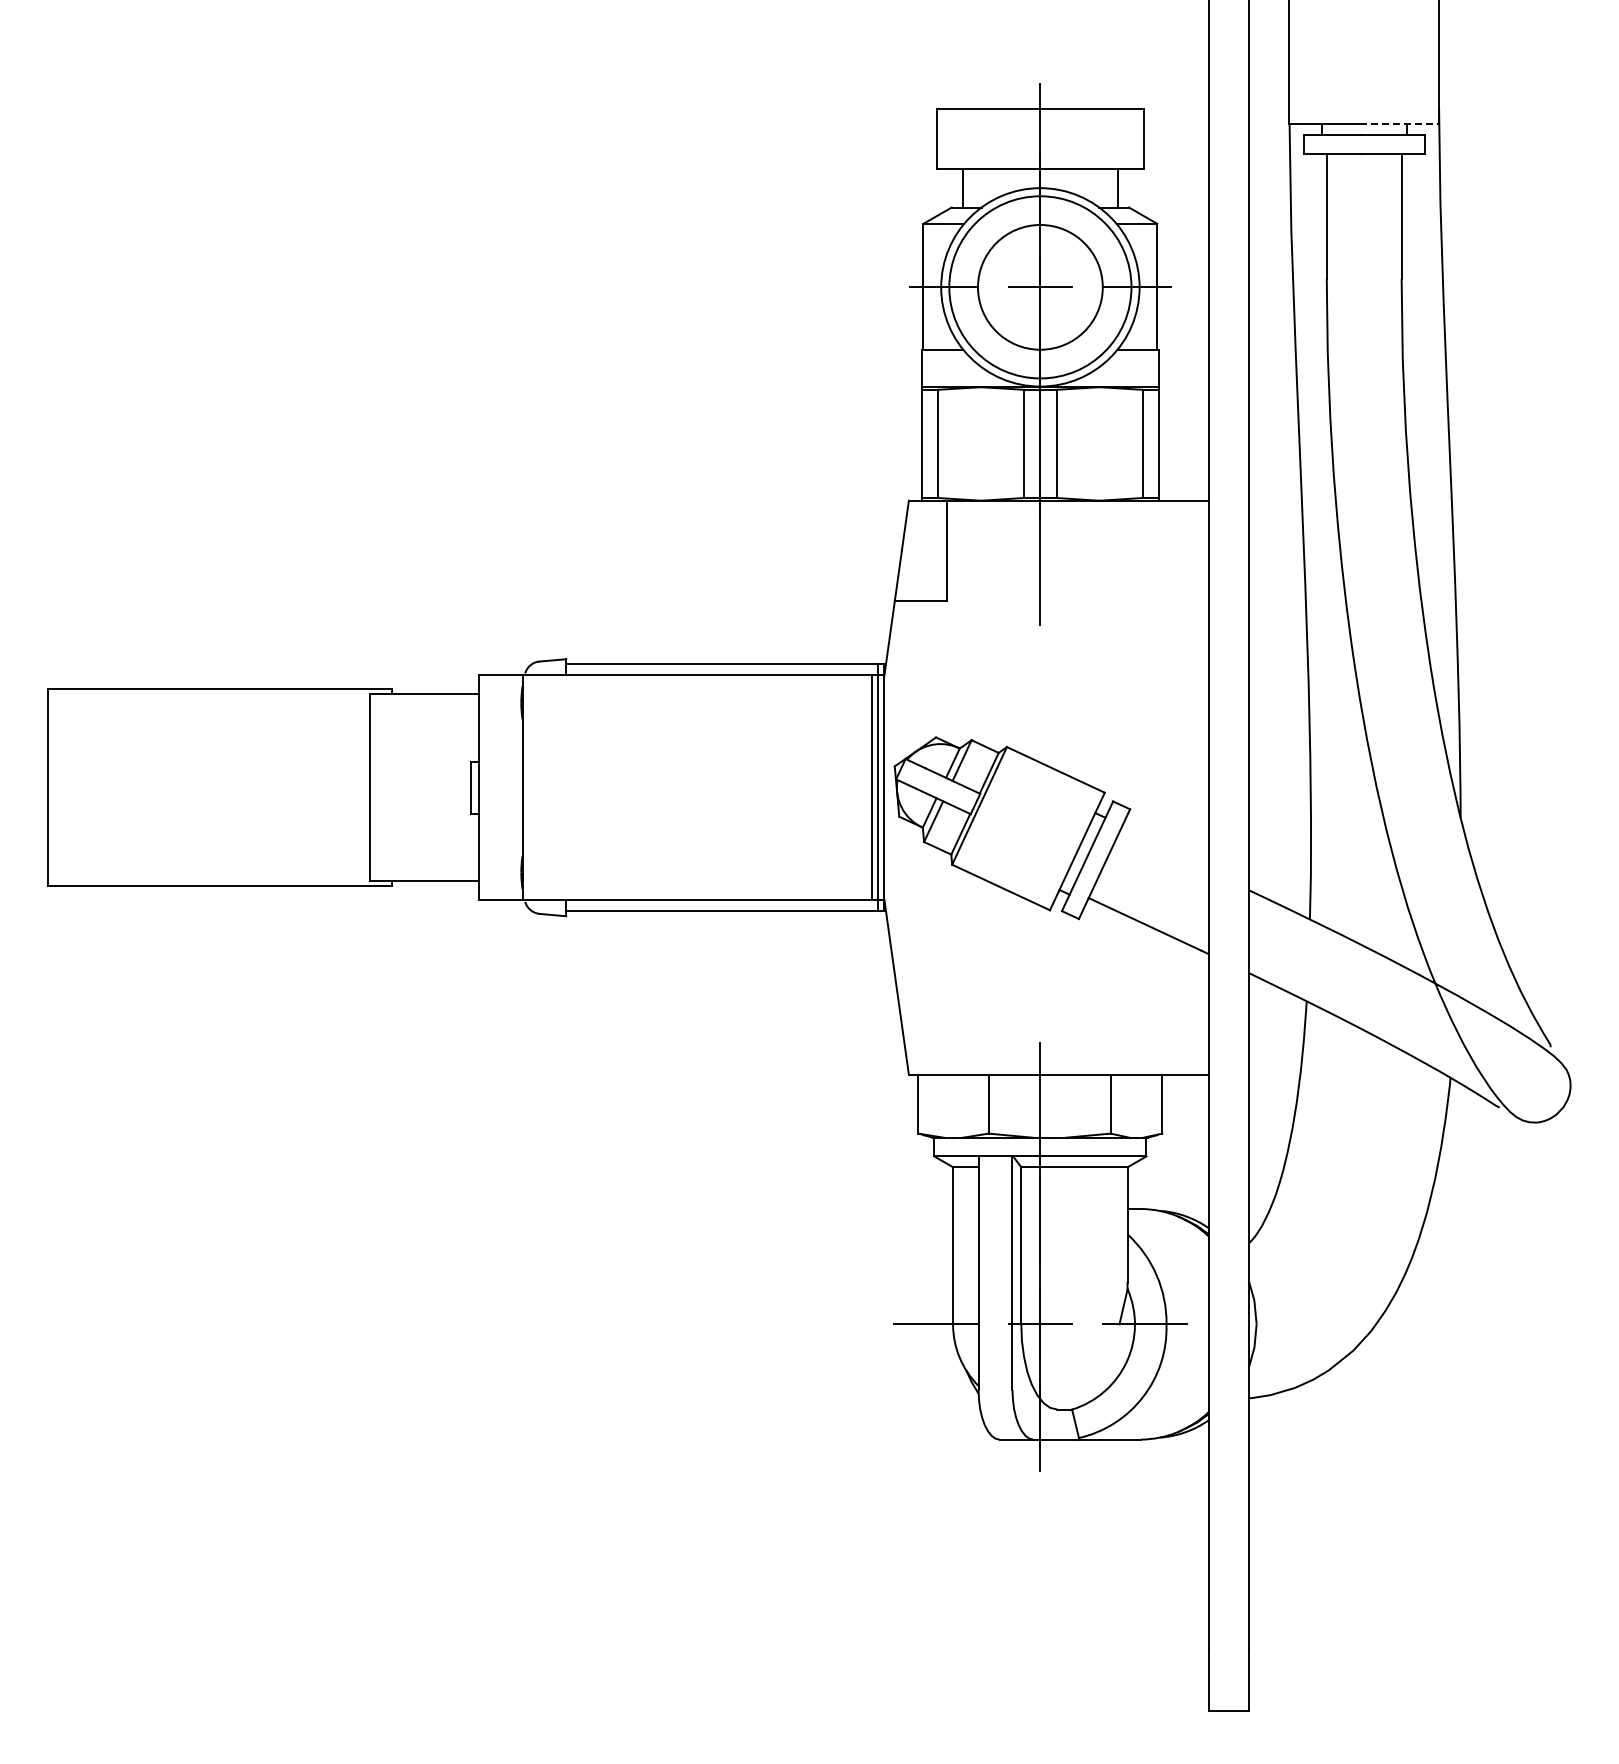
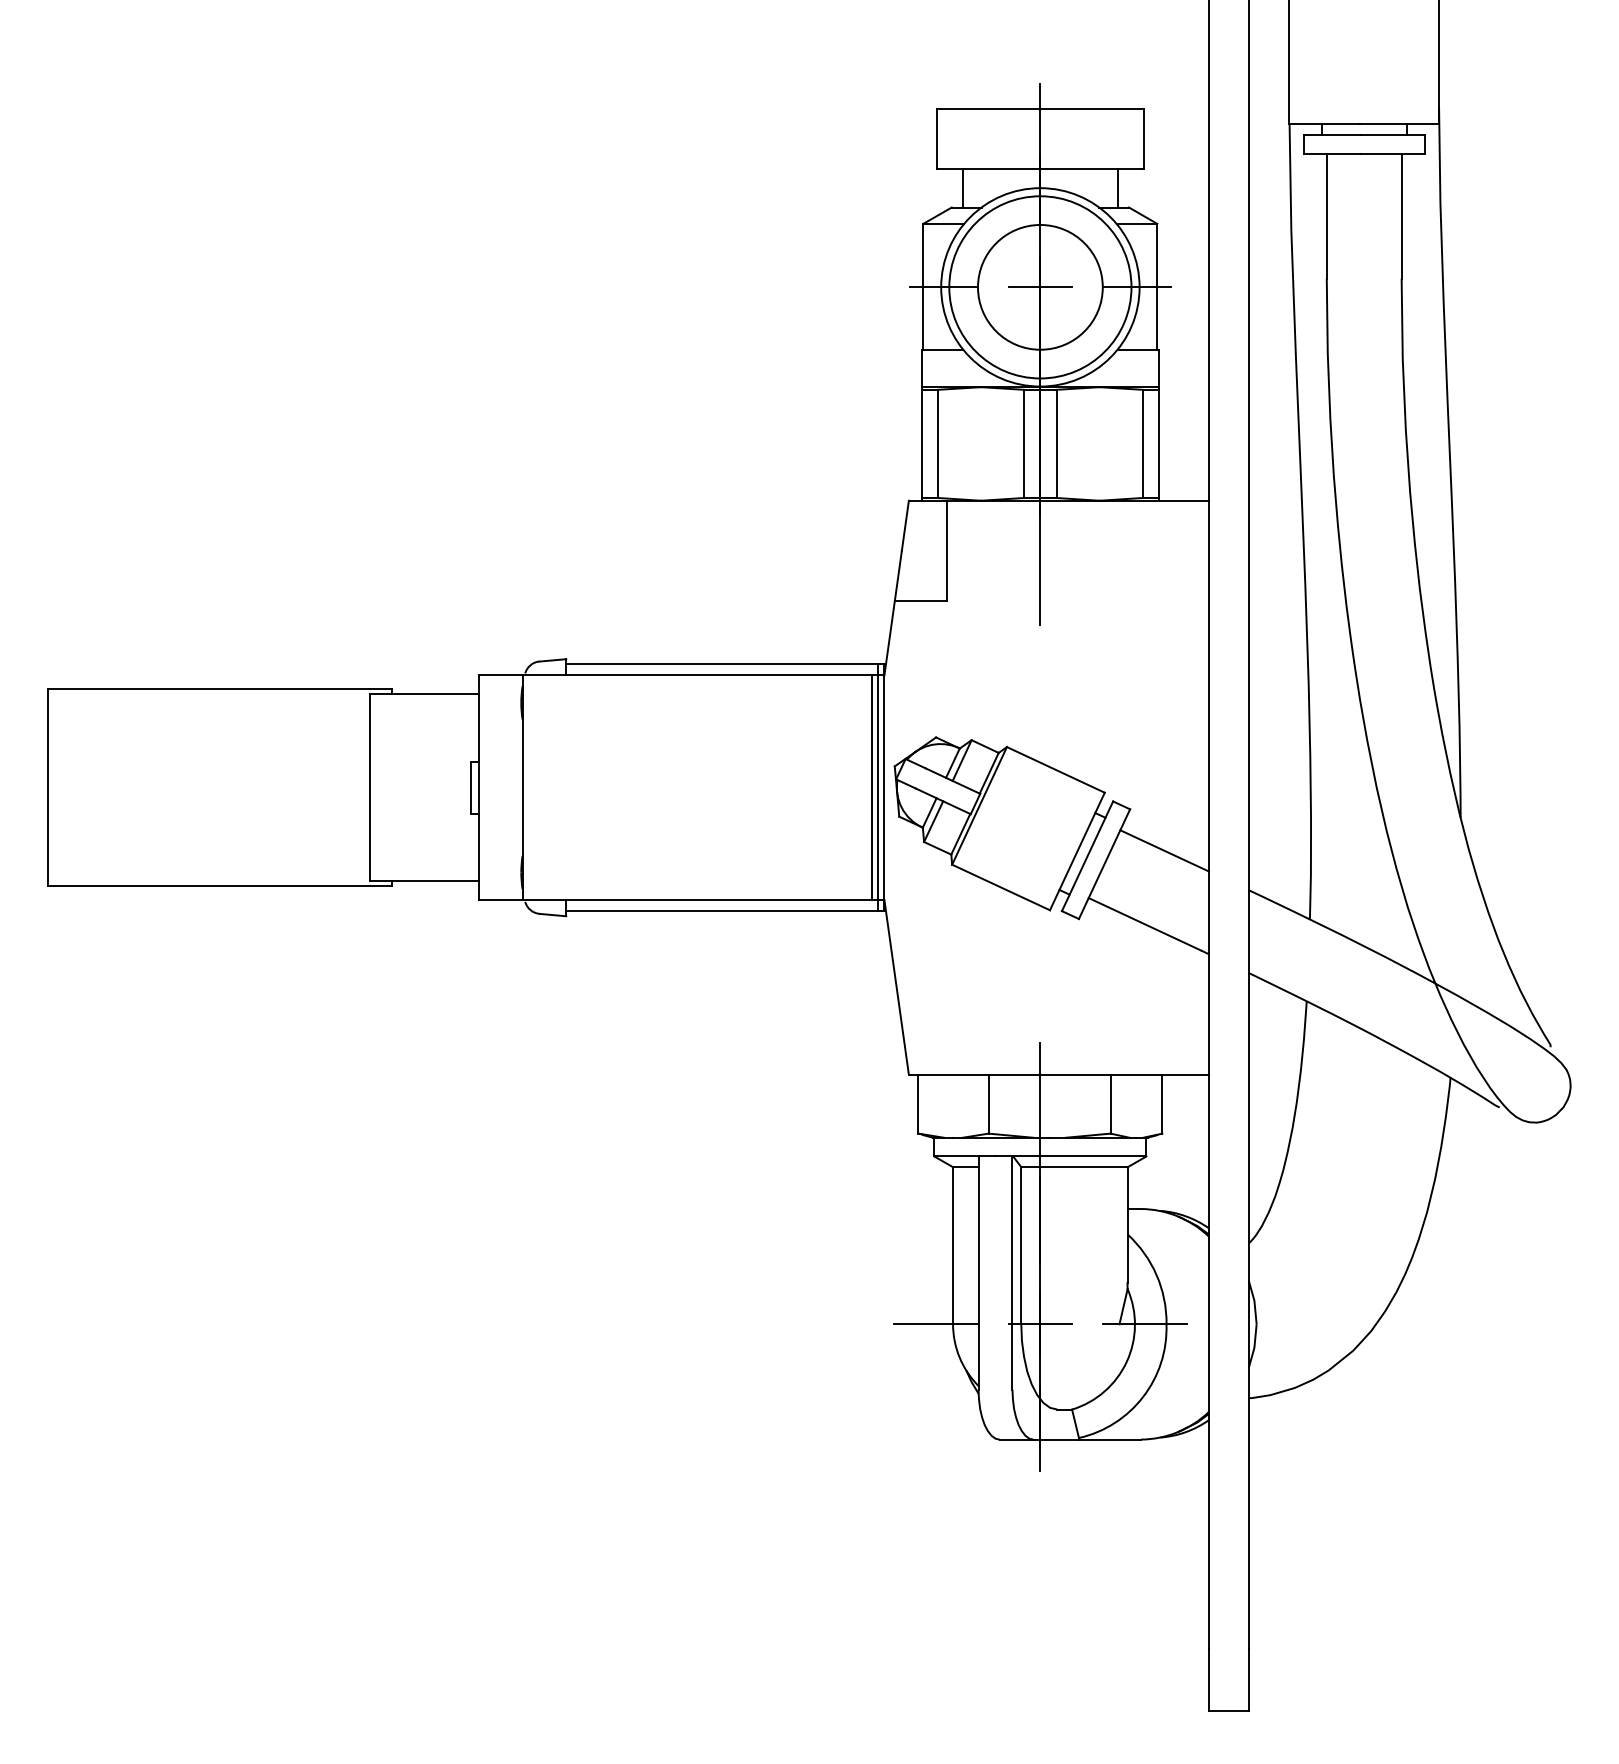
line at (1399, 123): dashed -> solid
line at (1164, 850): none -> present
